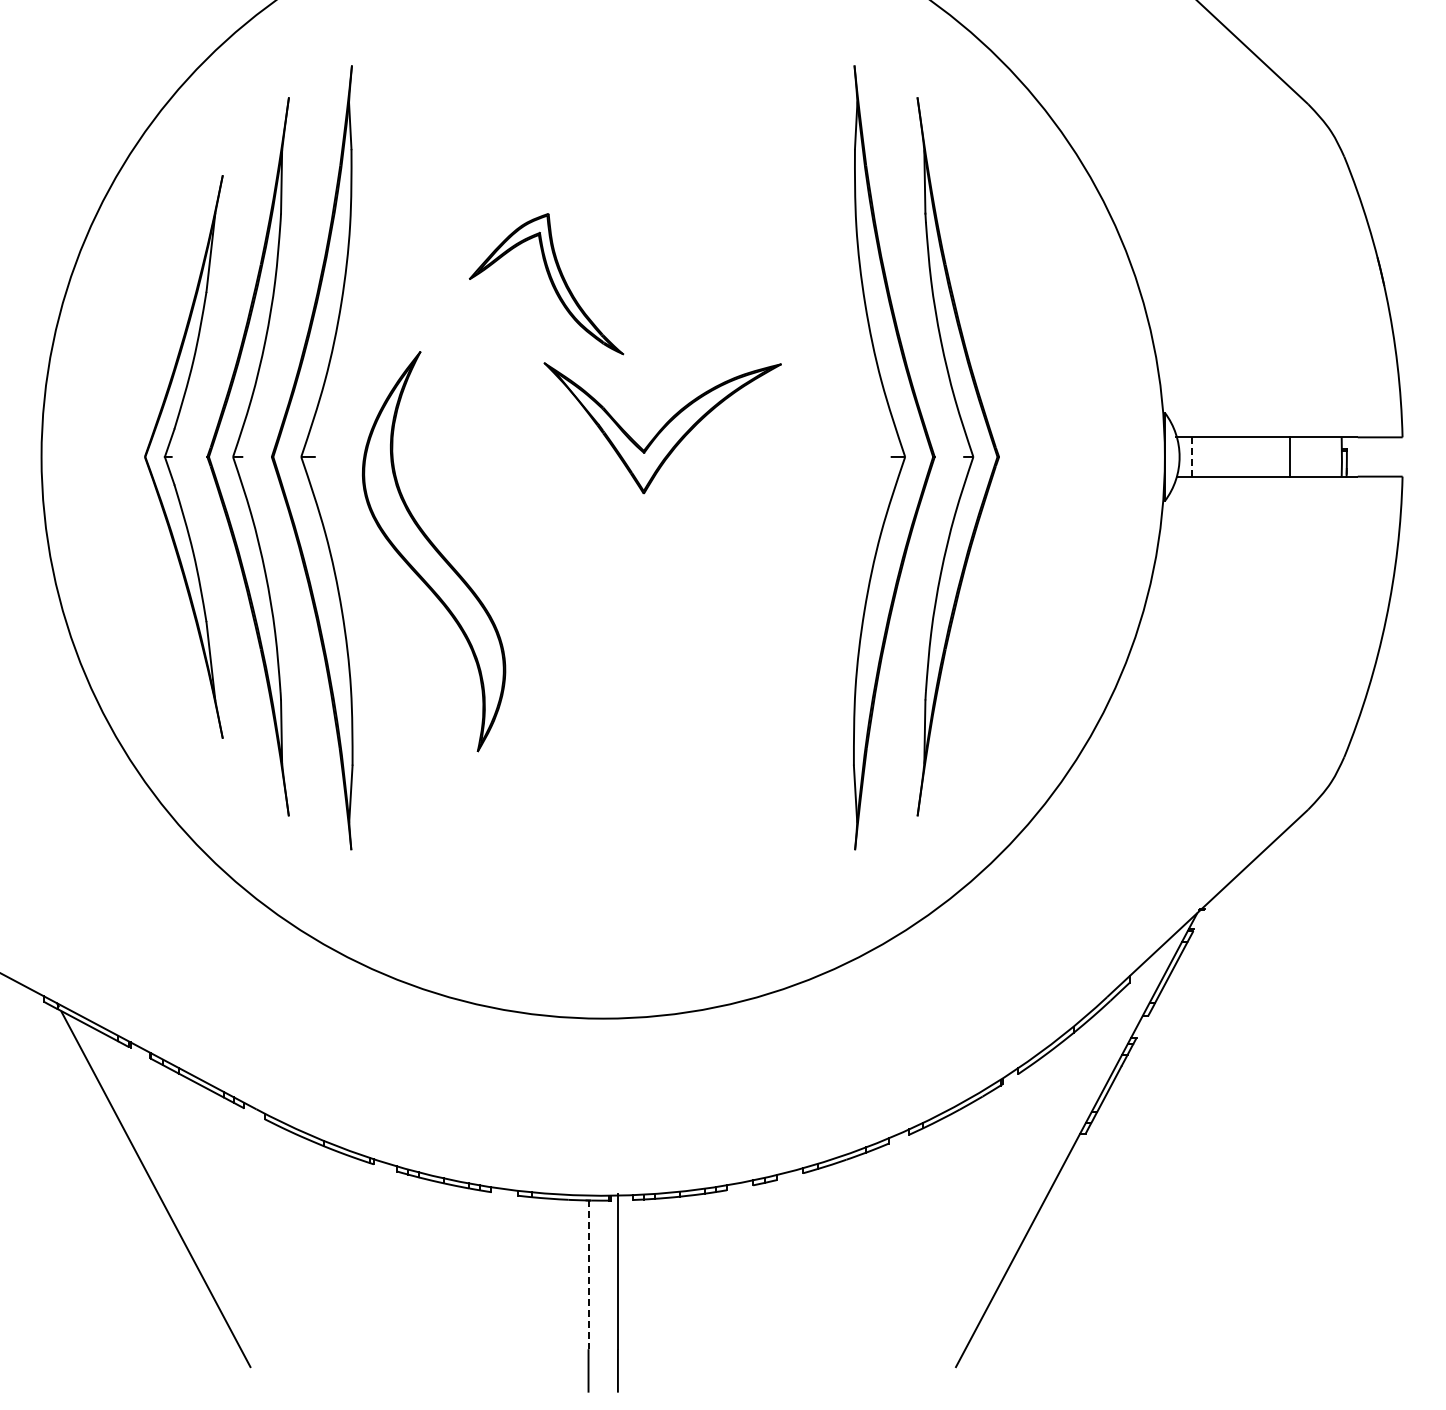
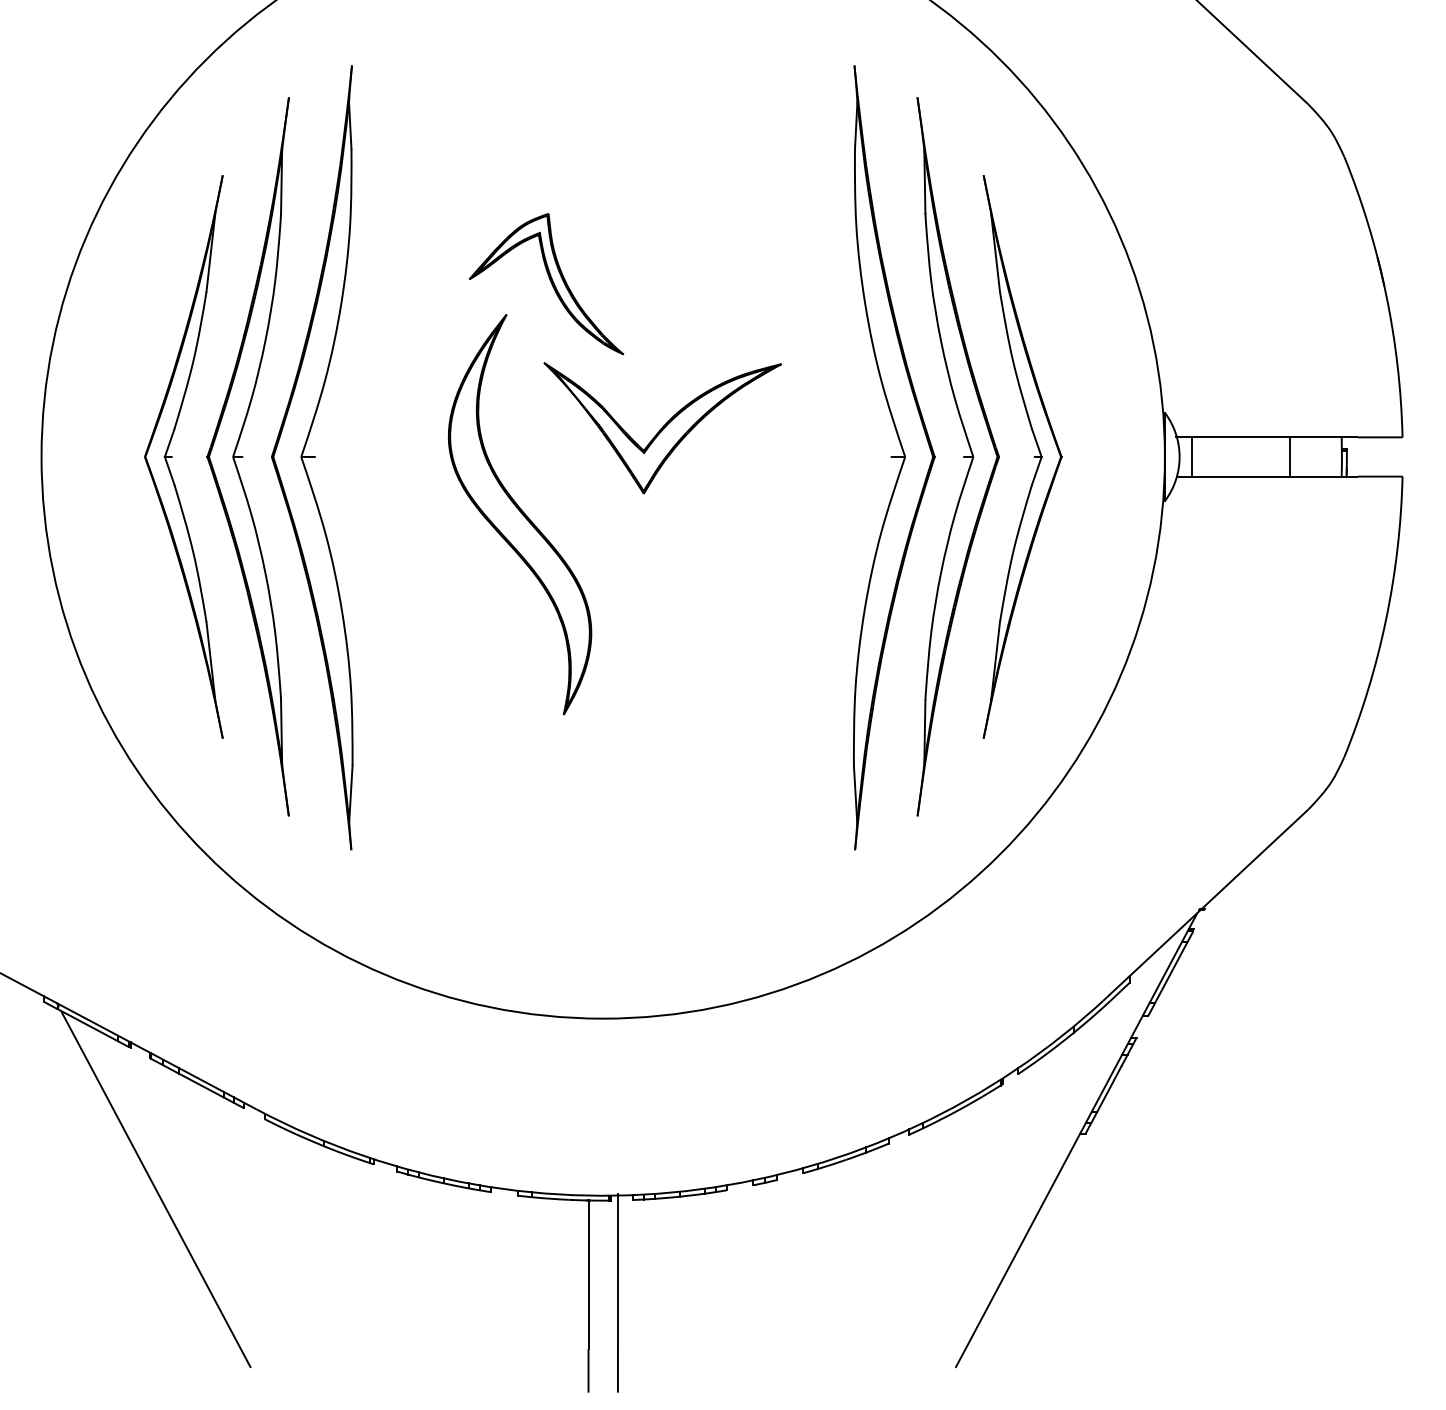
part at (1033, 456): none -> present
line at (1191, 456): dashed -> solid
part at (434, 551) position: (434, 551) -> (520, 514)
line at (588, 1275): dashed -> solid
